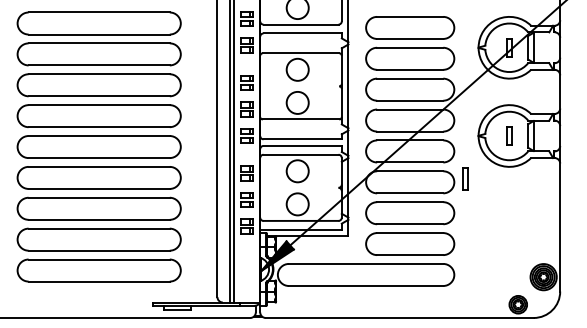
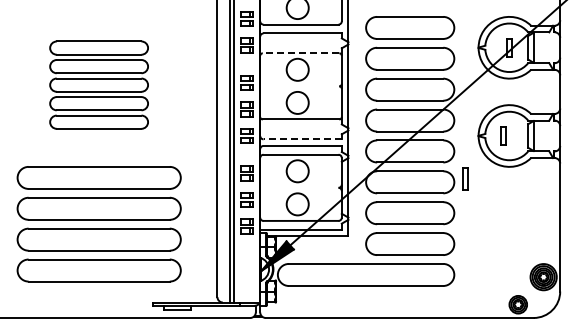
line at (300, 53): solid -> dashed
part at (98, 84) size: 166x148 px -> 100x90 px
part at (509, 135) position: (509, 135) -> (503, 135)
line at (302, 139): solid -> dashed
